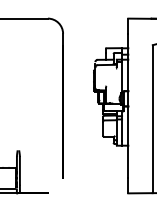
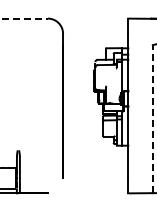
line at (24, 18): solid -> dashed
line at (152, 119): solid -> dashed
